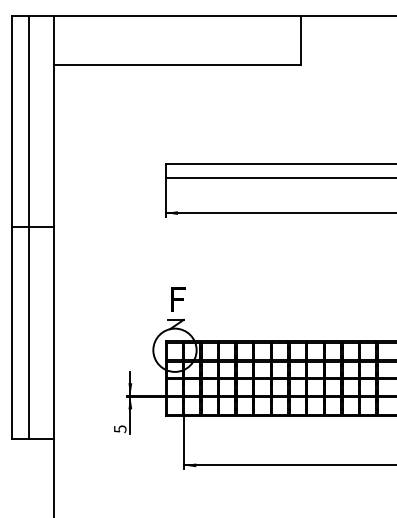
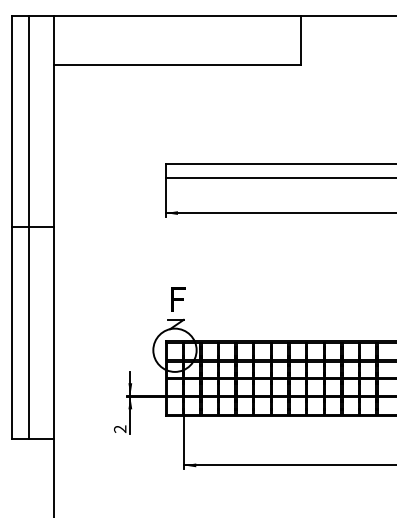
text at (119, 429): 5 -> 2
